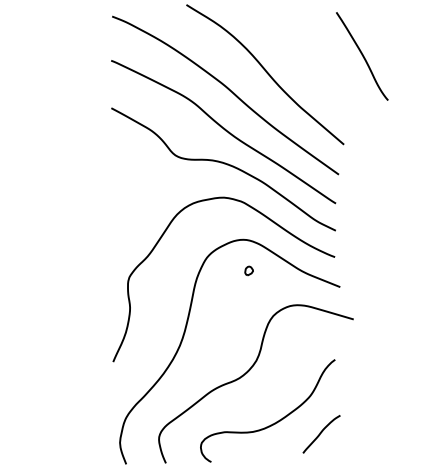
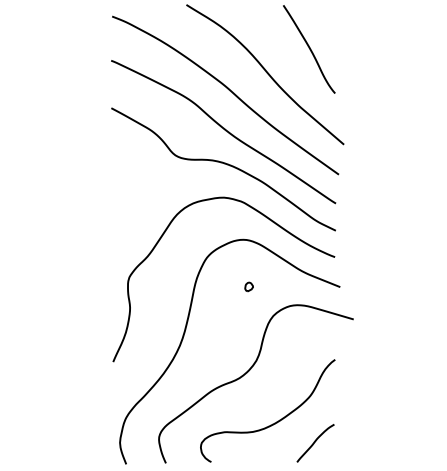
curve at (362, 56) position: (362, 56) -> (309, 49)
part at (248, 270) position: (248, 270) -> (248, 286)
curve at (321, 433) position: (321, 433) -> (315, 442)
